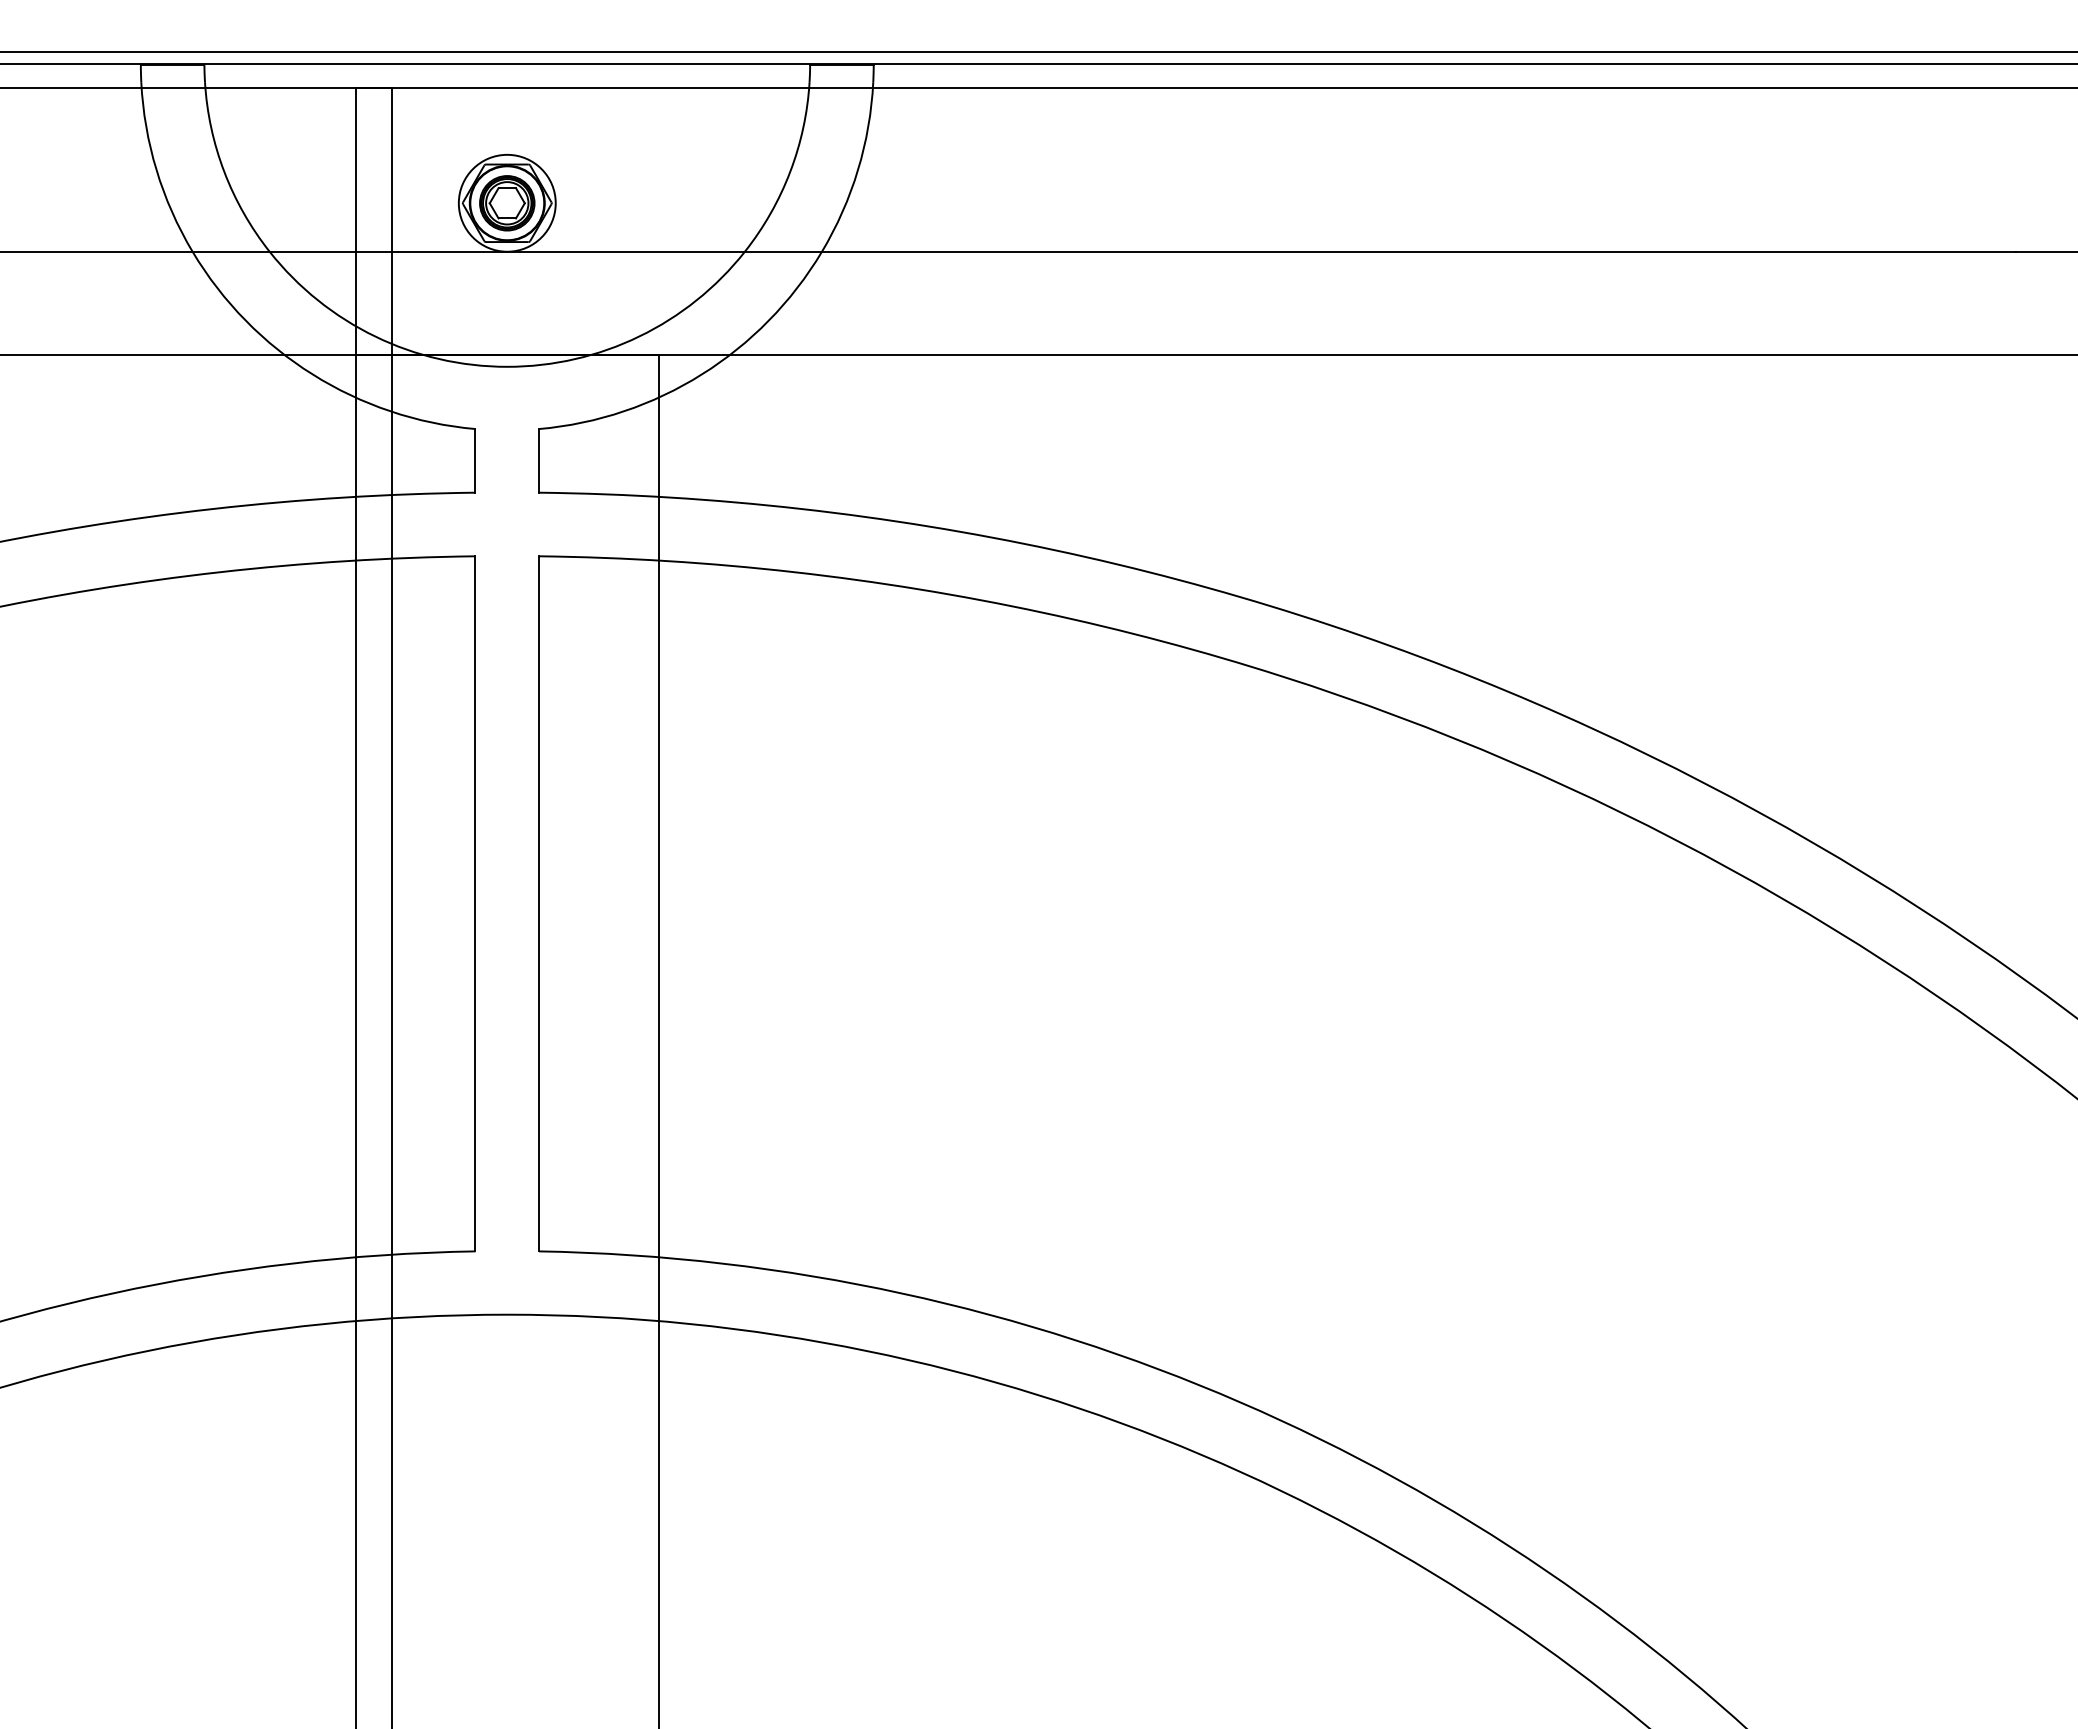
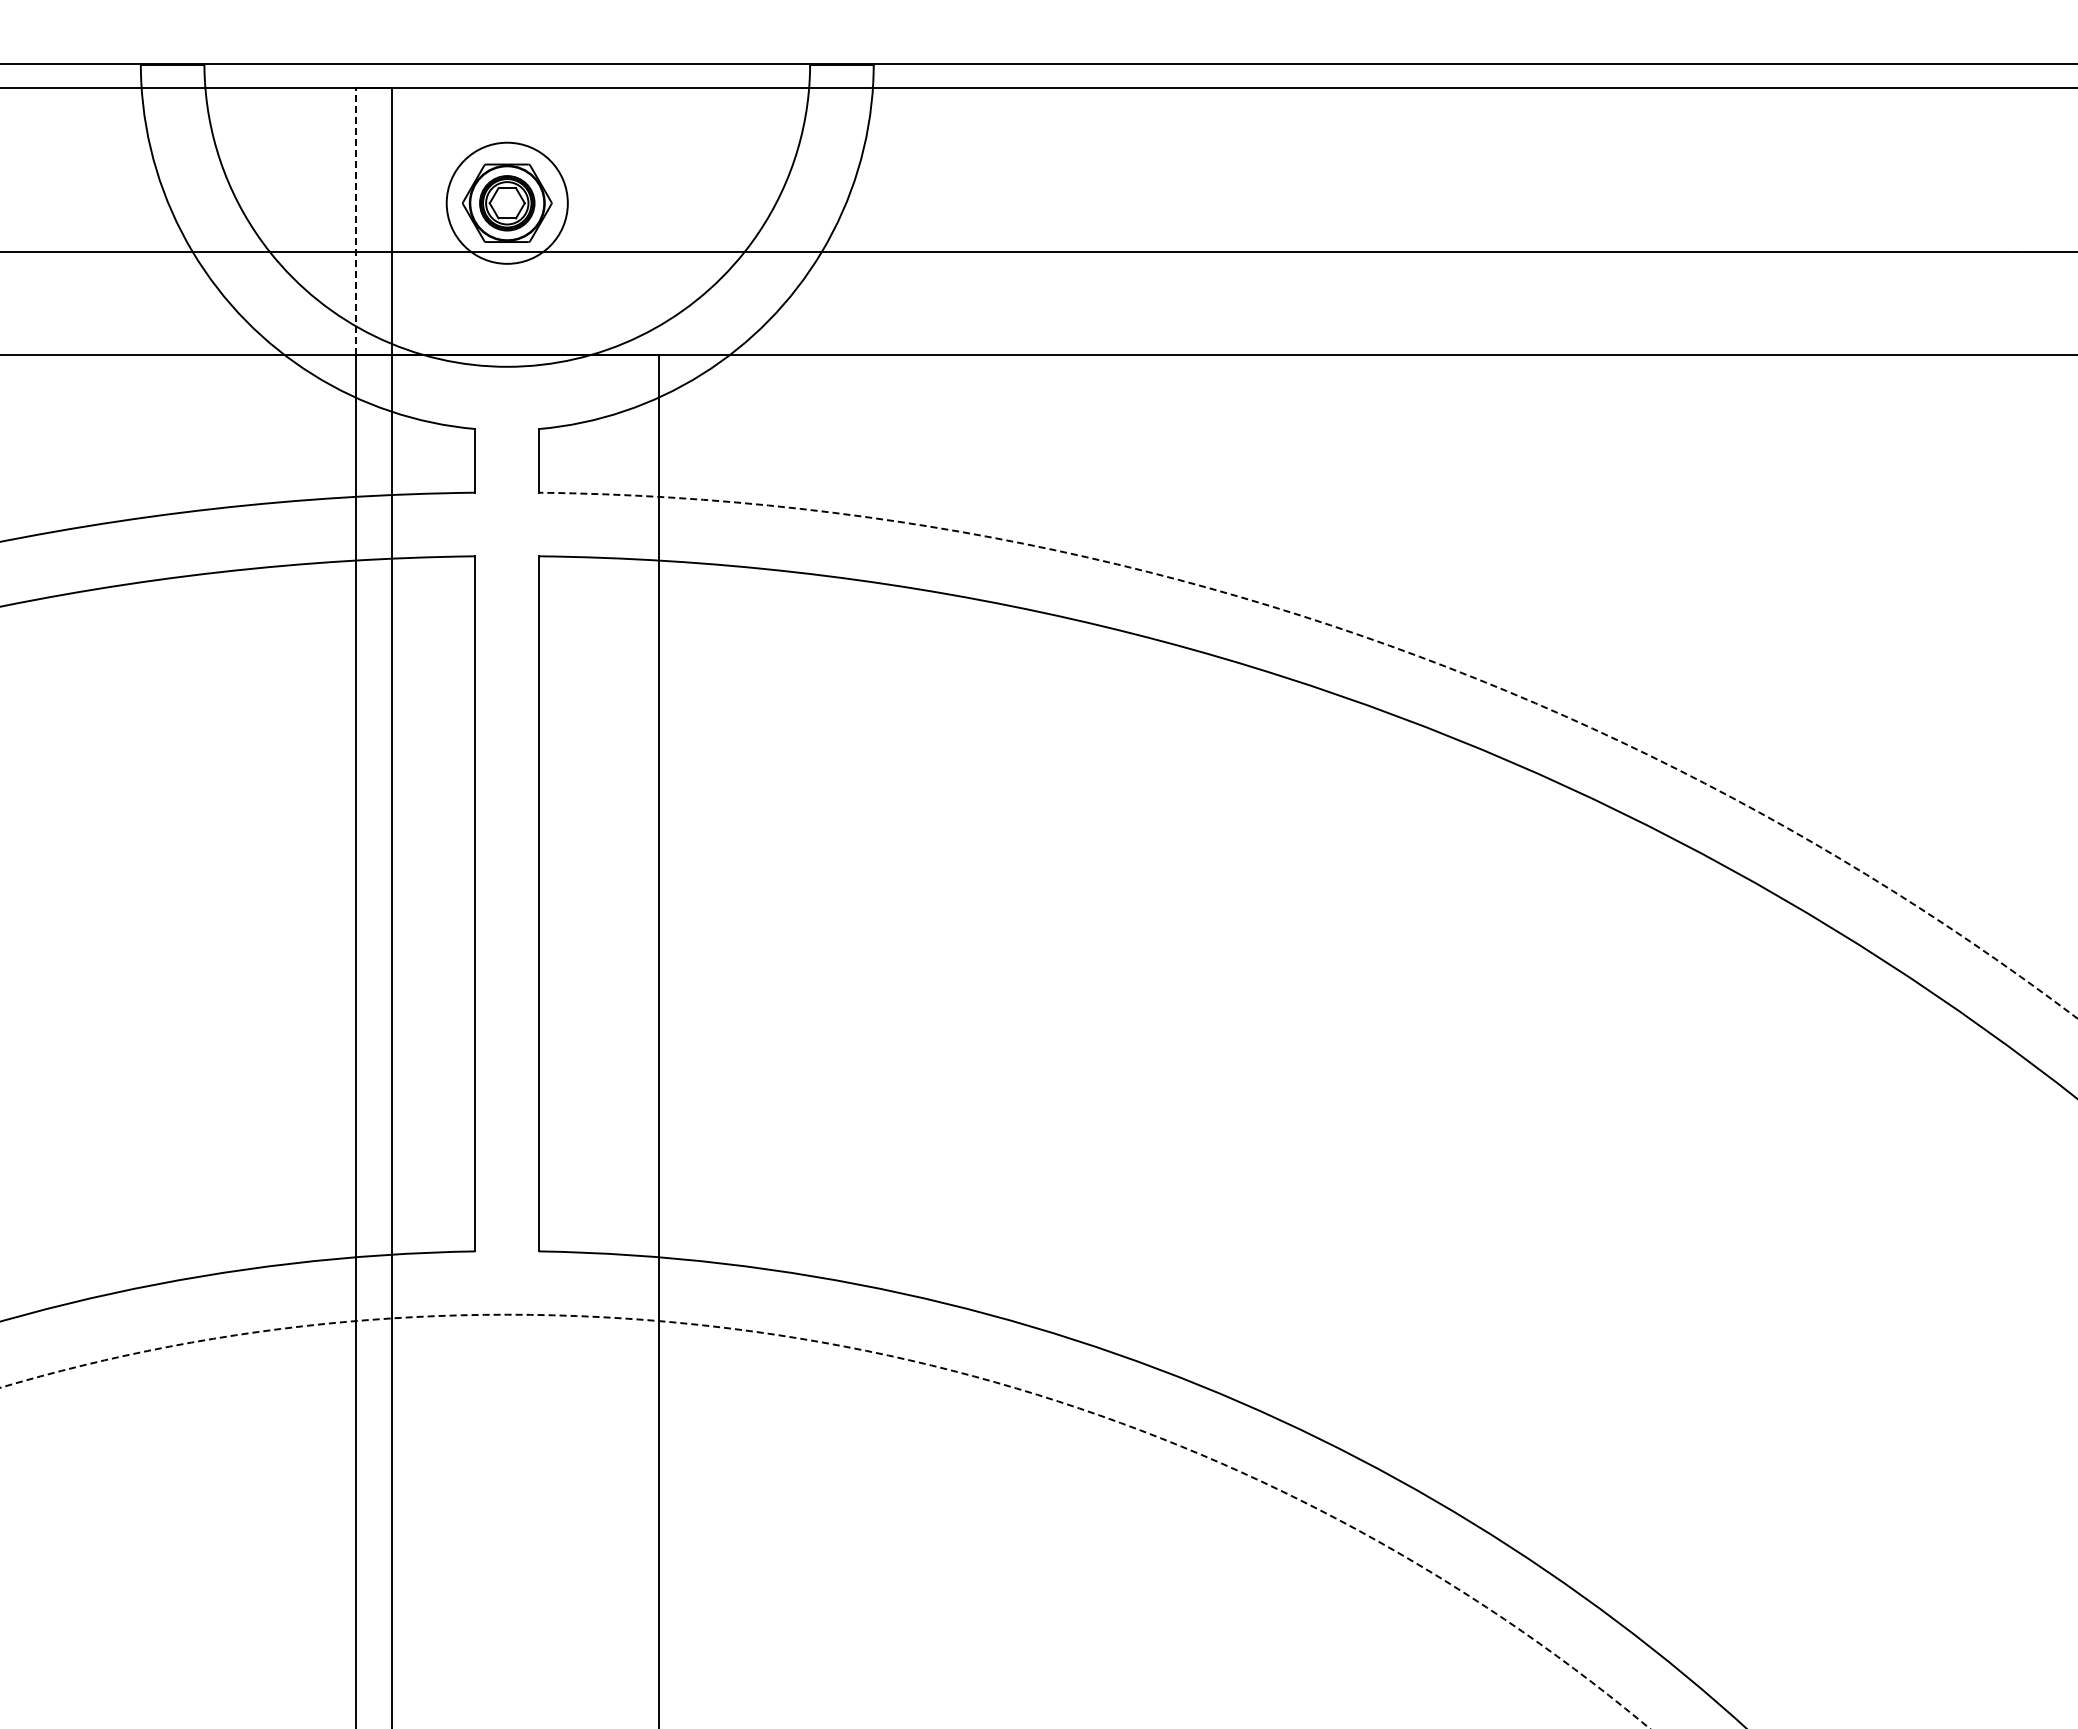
line at (1038, 51): present -> none
circle at (506, 202) diameter: 97 px -> 121 px
line at (355, 220): solid -> dashed
arc at (1351, 632): solid -> dashed
circle at (824, 1521): solid -> dashed
